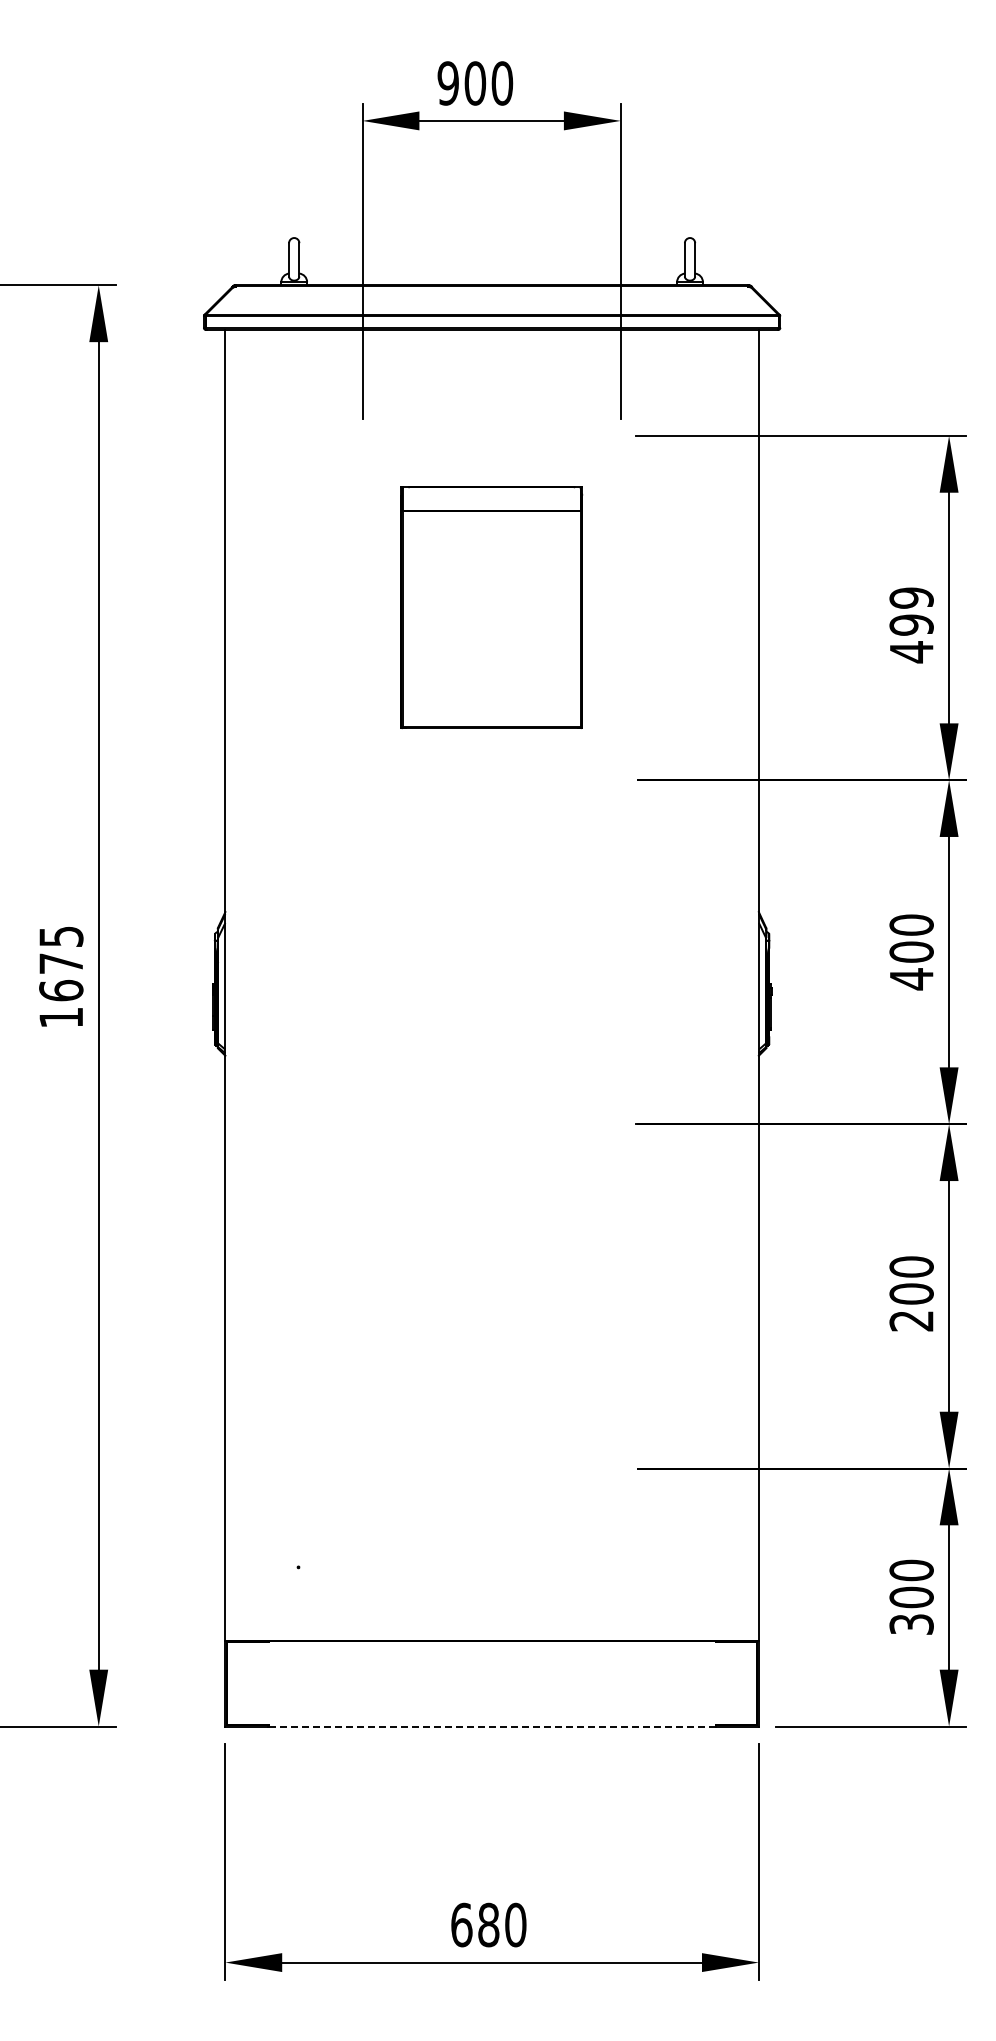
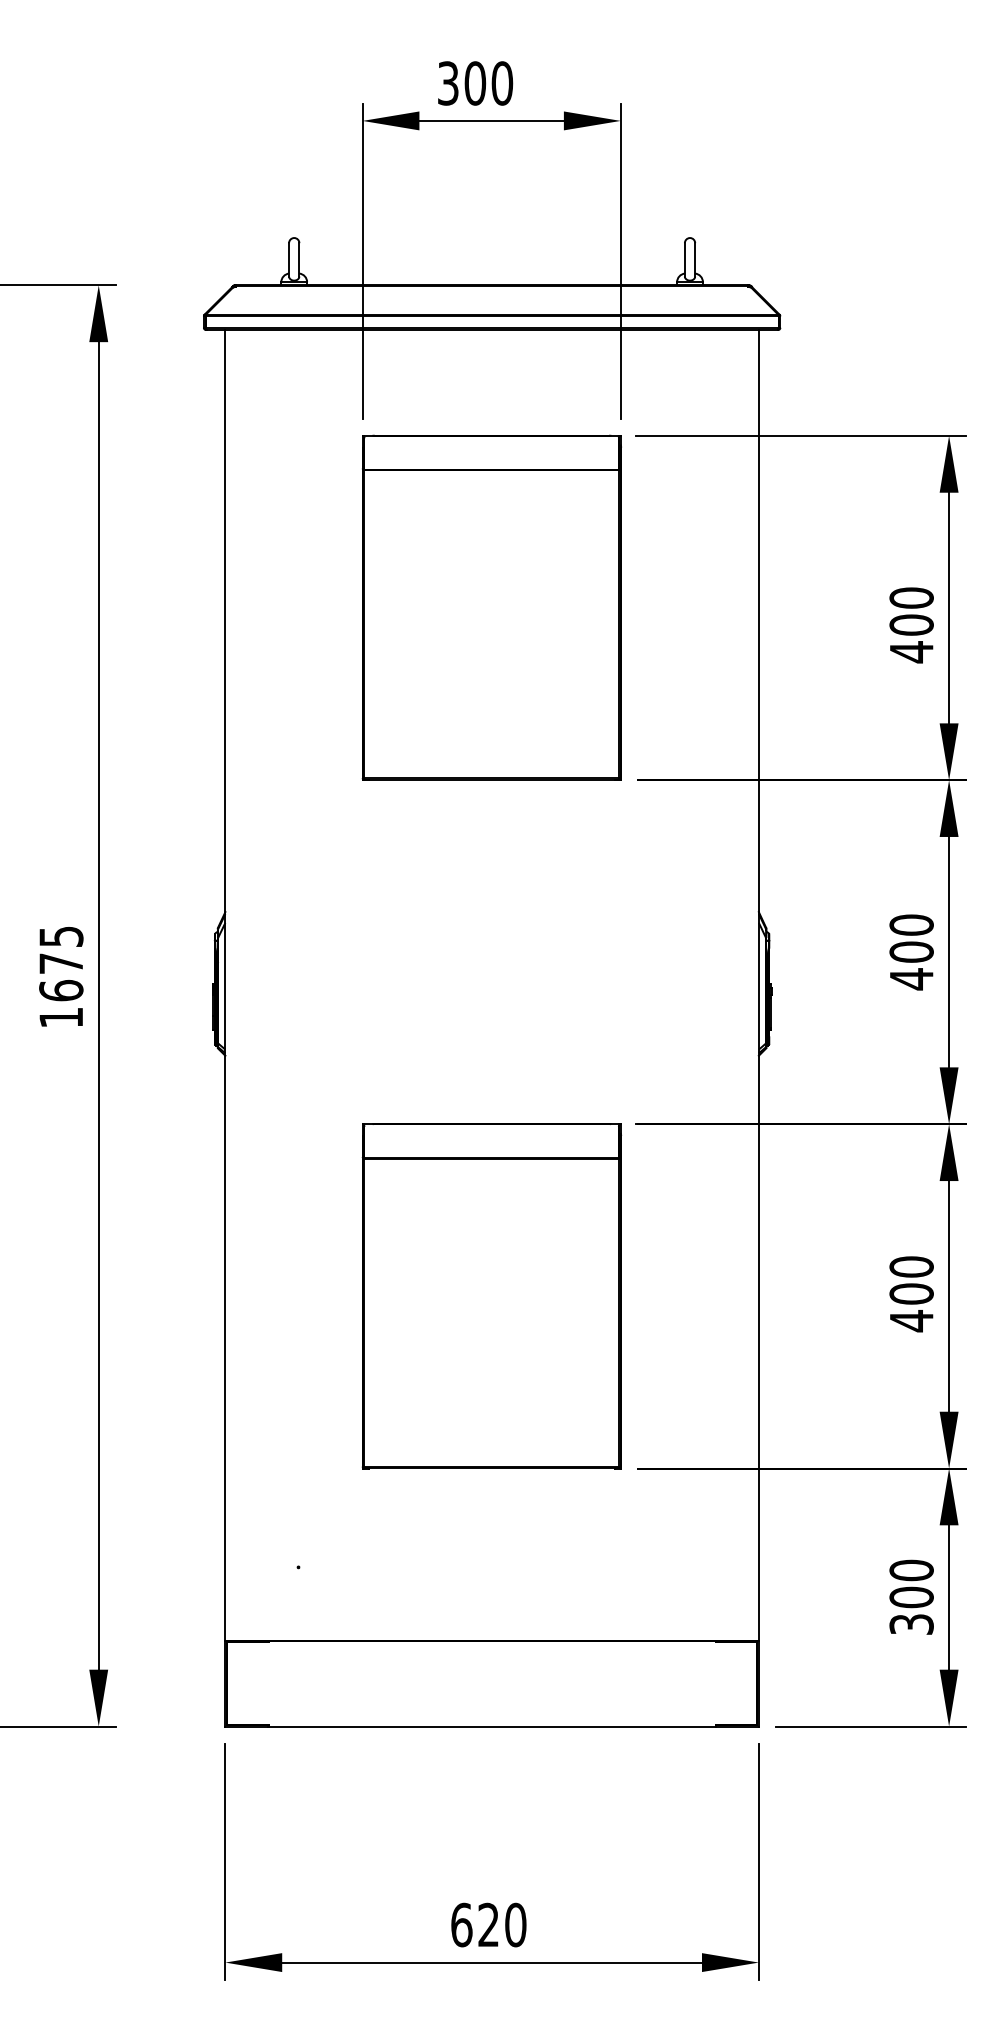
text at (447, 83): 900 -> 300
part at (491, 607) size: 184x244 px -> 261x347 px
text at (911, 611): 499 -> 400
part at (491, 1296): none -> present
text at (911, 1321): 200 -> 400
line at (491, 1726): dashed -> solid
text at (488, 1924): 680 -> 620
